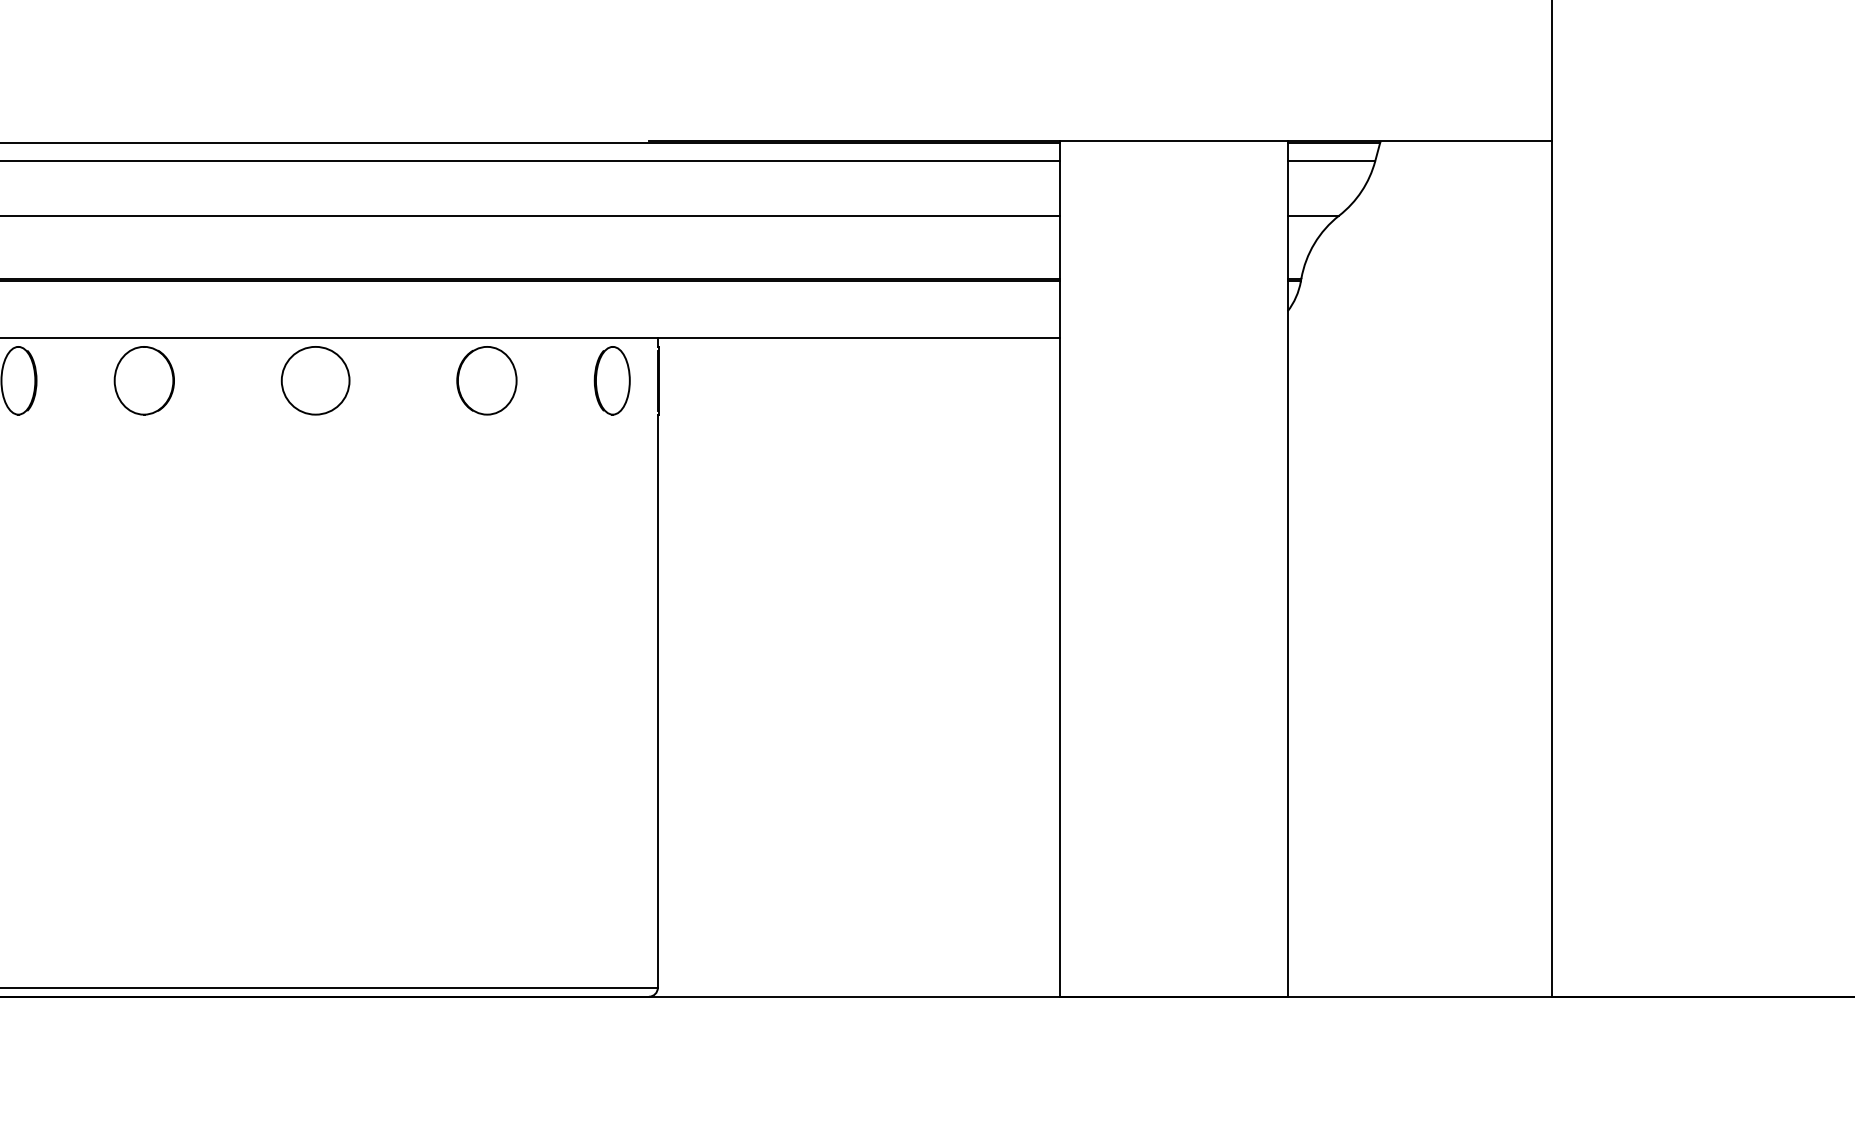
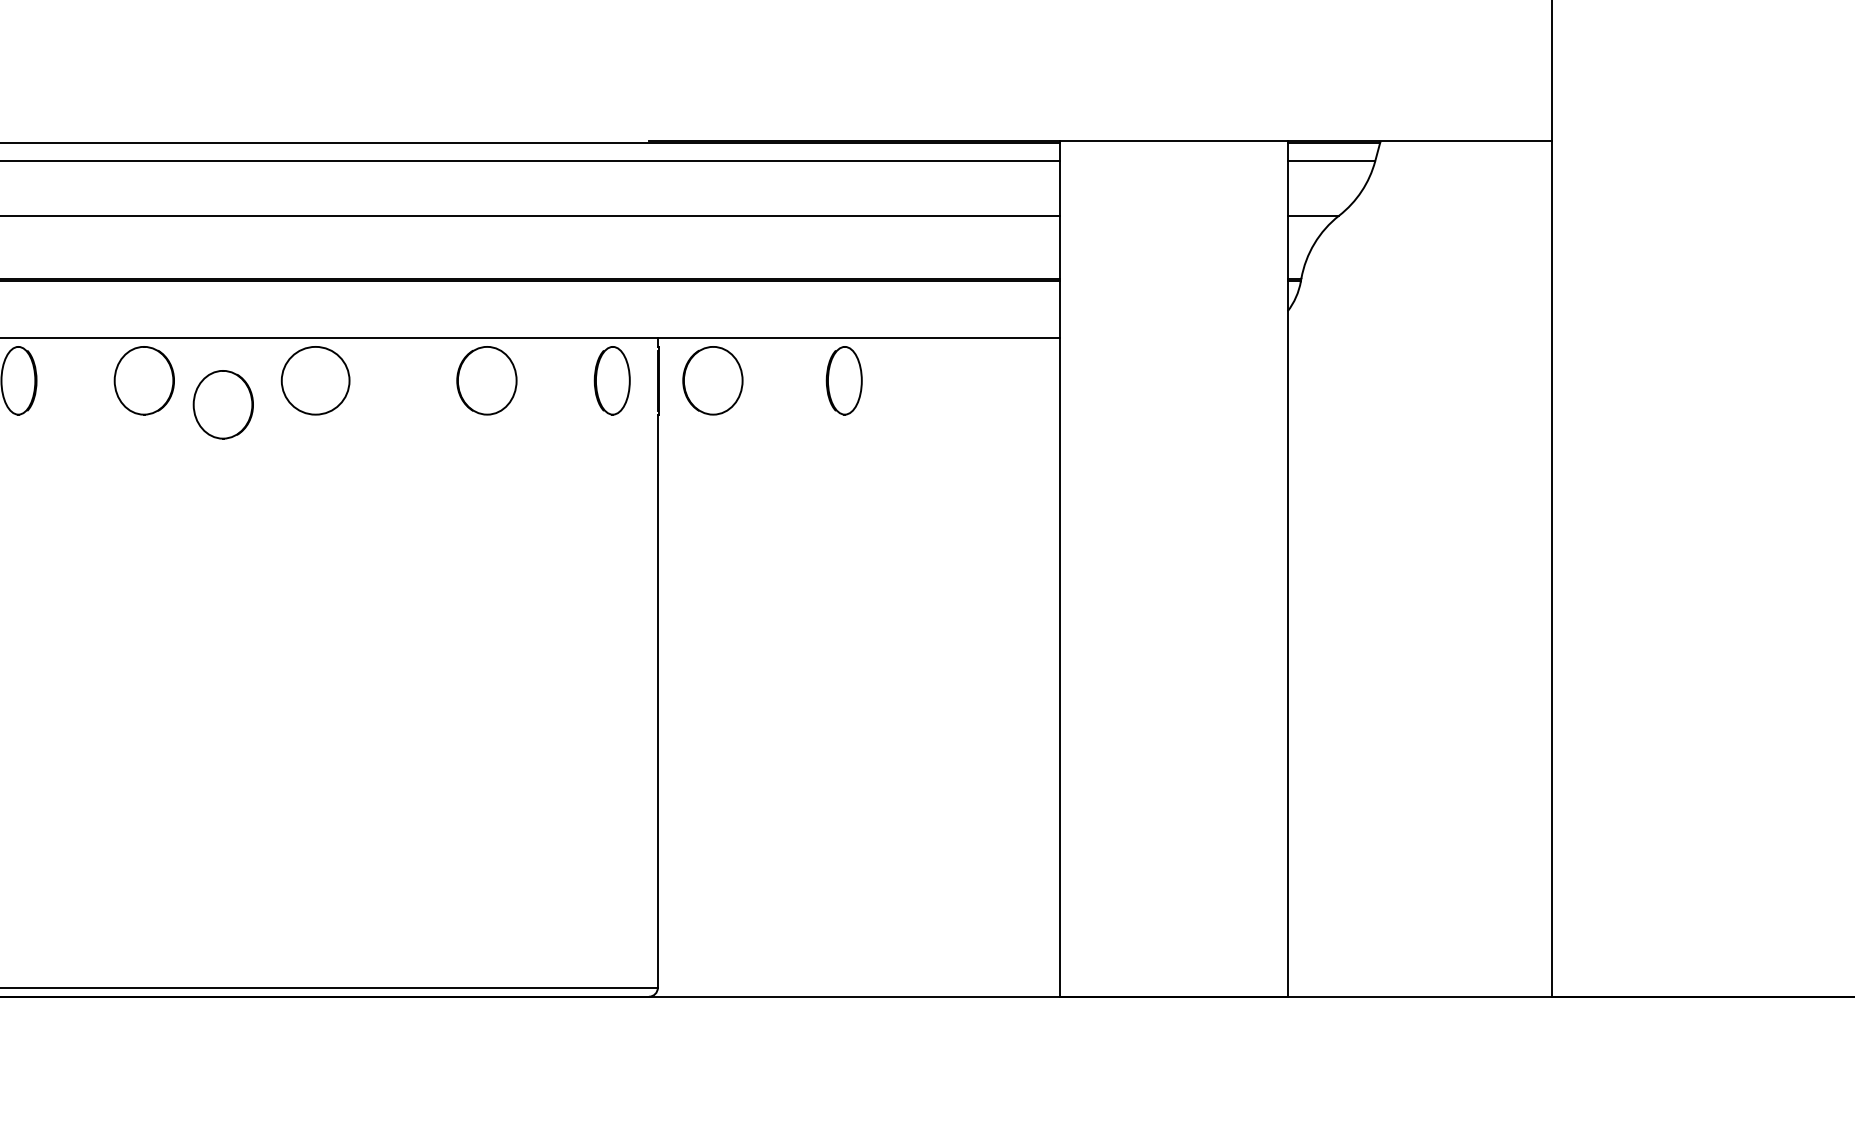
part at (712, 380): none -> present
part at (843, 380): none -> present
part at (222, 404): none -> present
